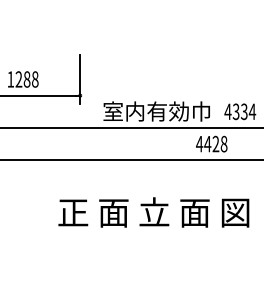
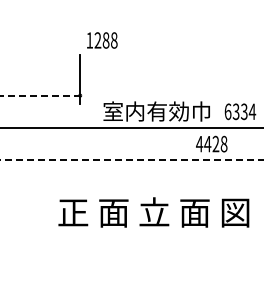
text at (23, 79) position: (23, 79) -> (102, 40)
line at (38, 95): solid -> dashed
text at (227, 111): 4334 -> 6334
line at (132, 160): solid -> dashed
